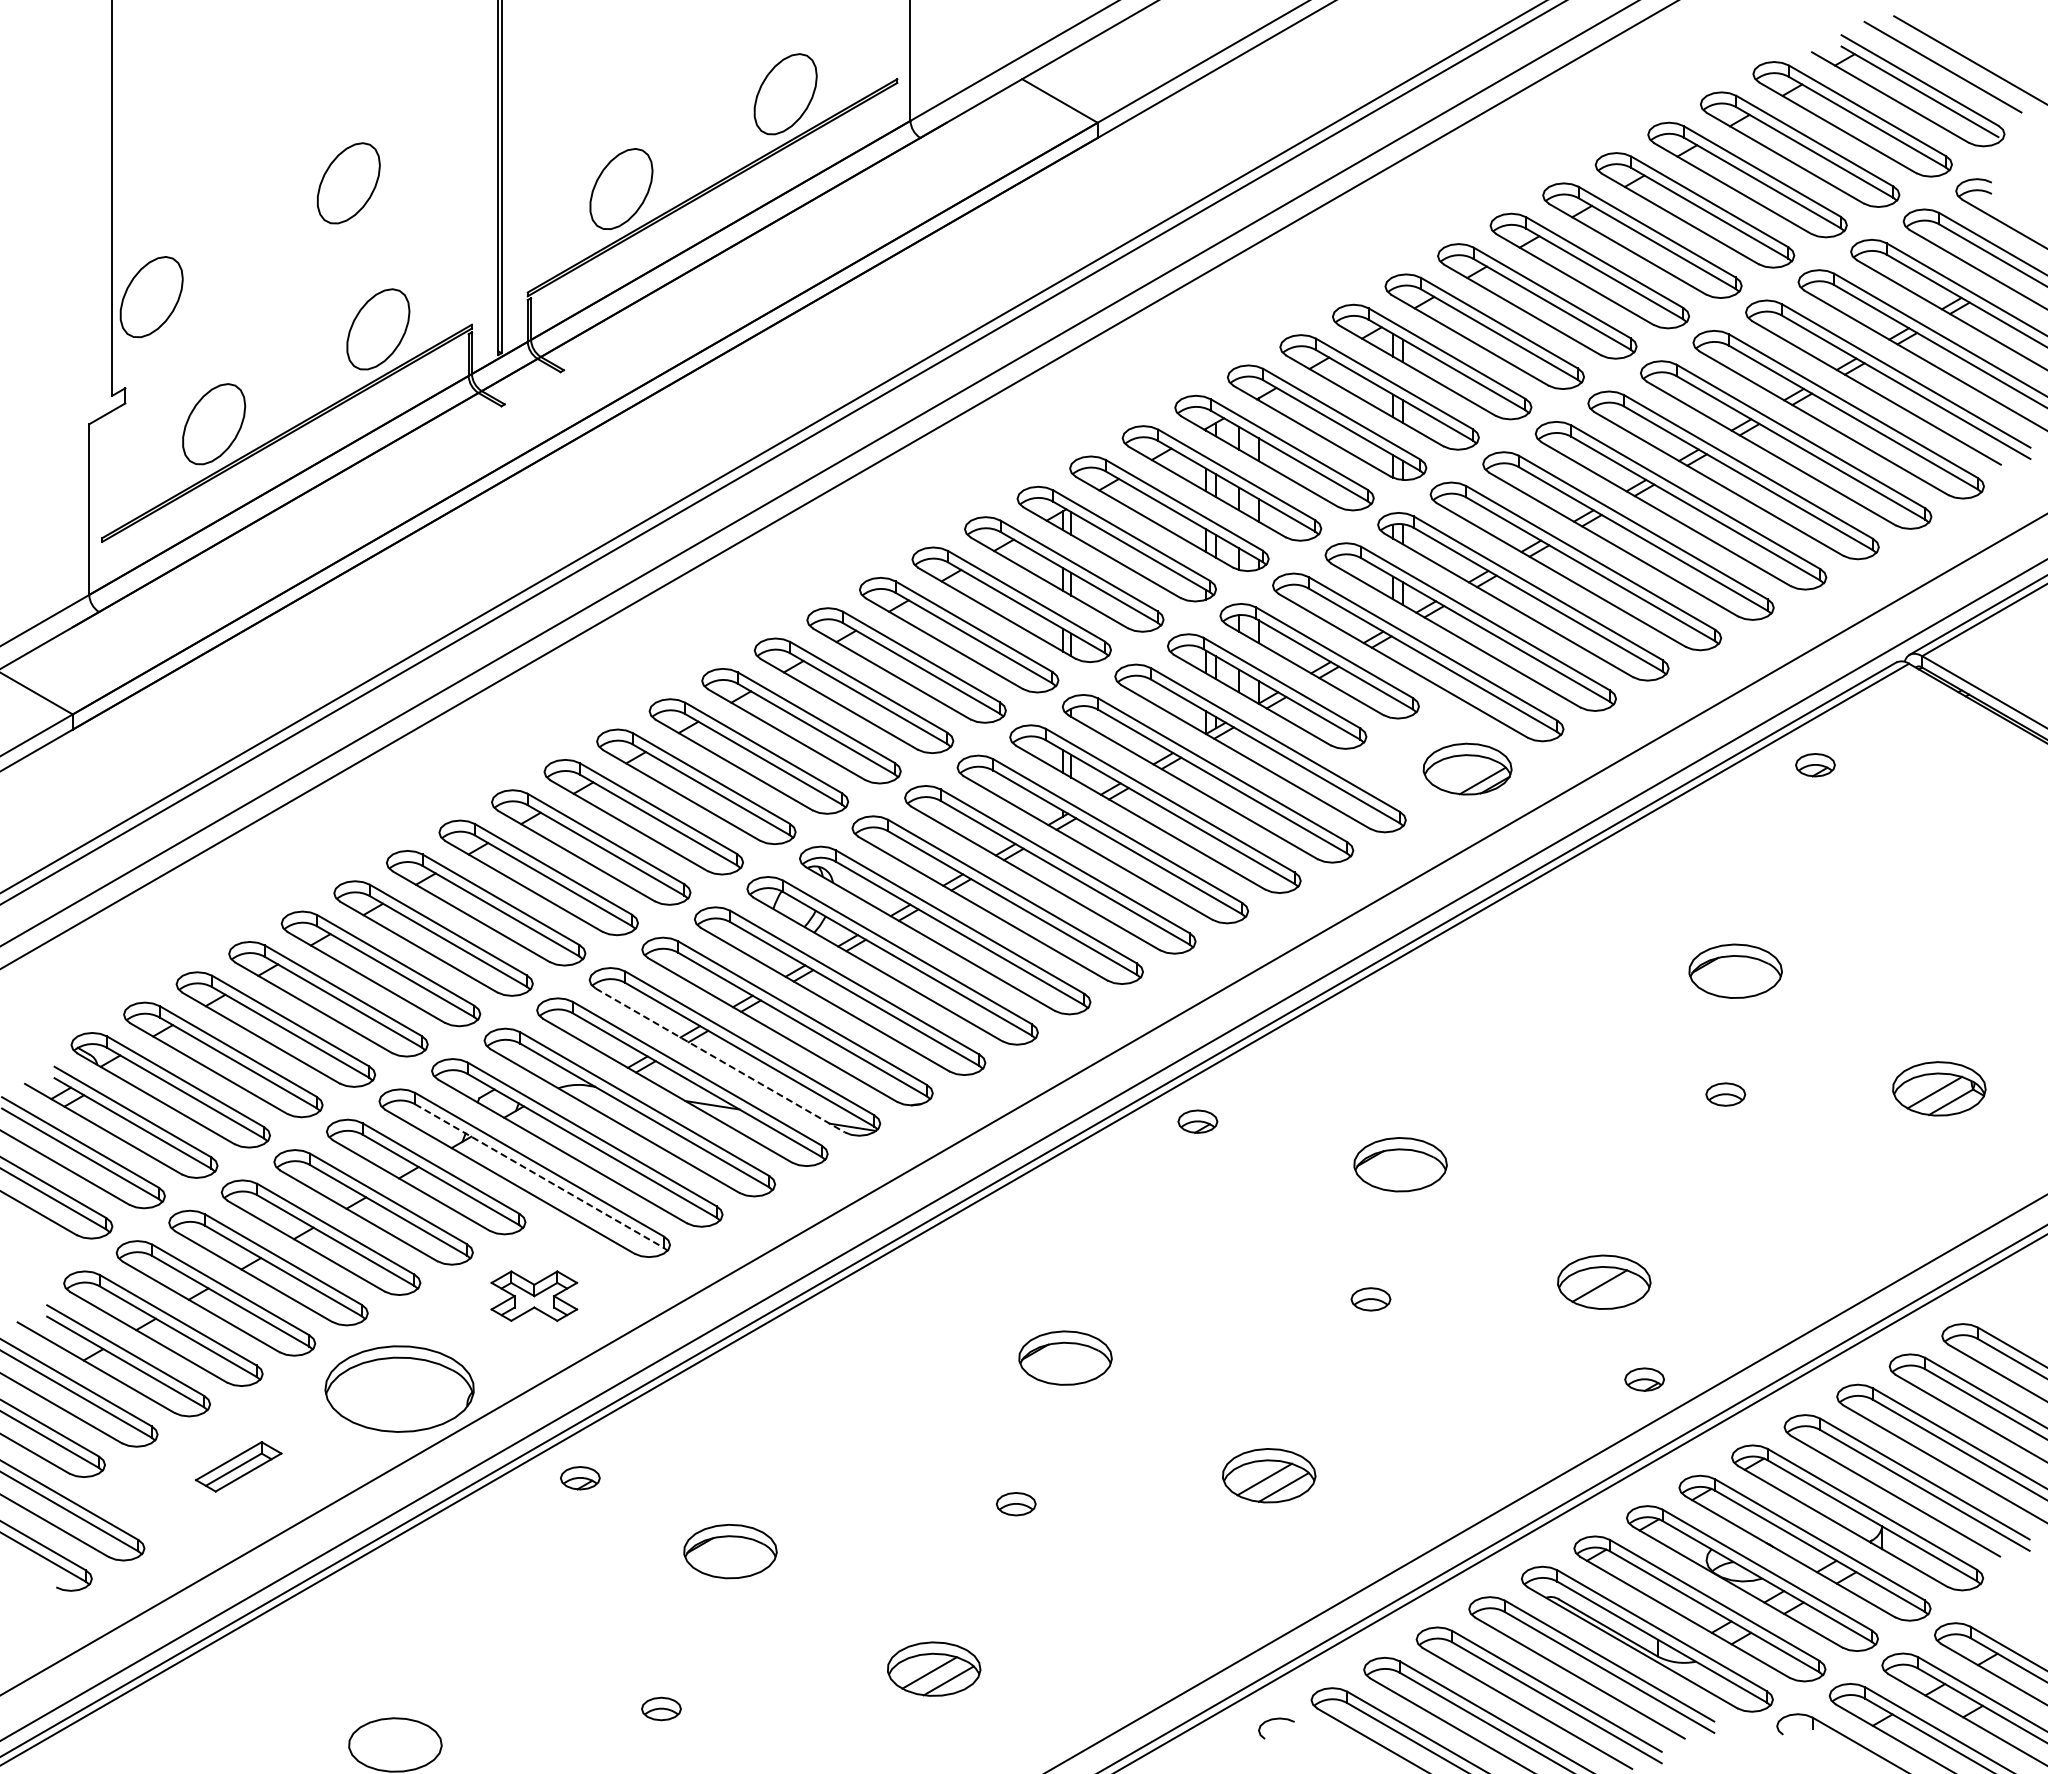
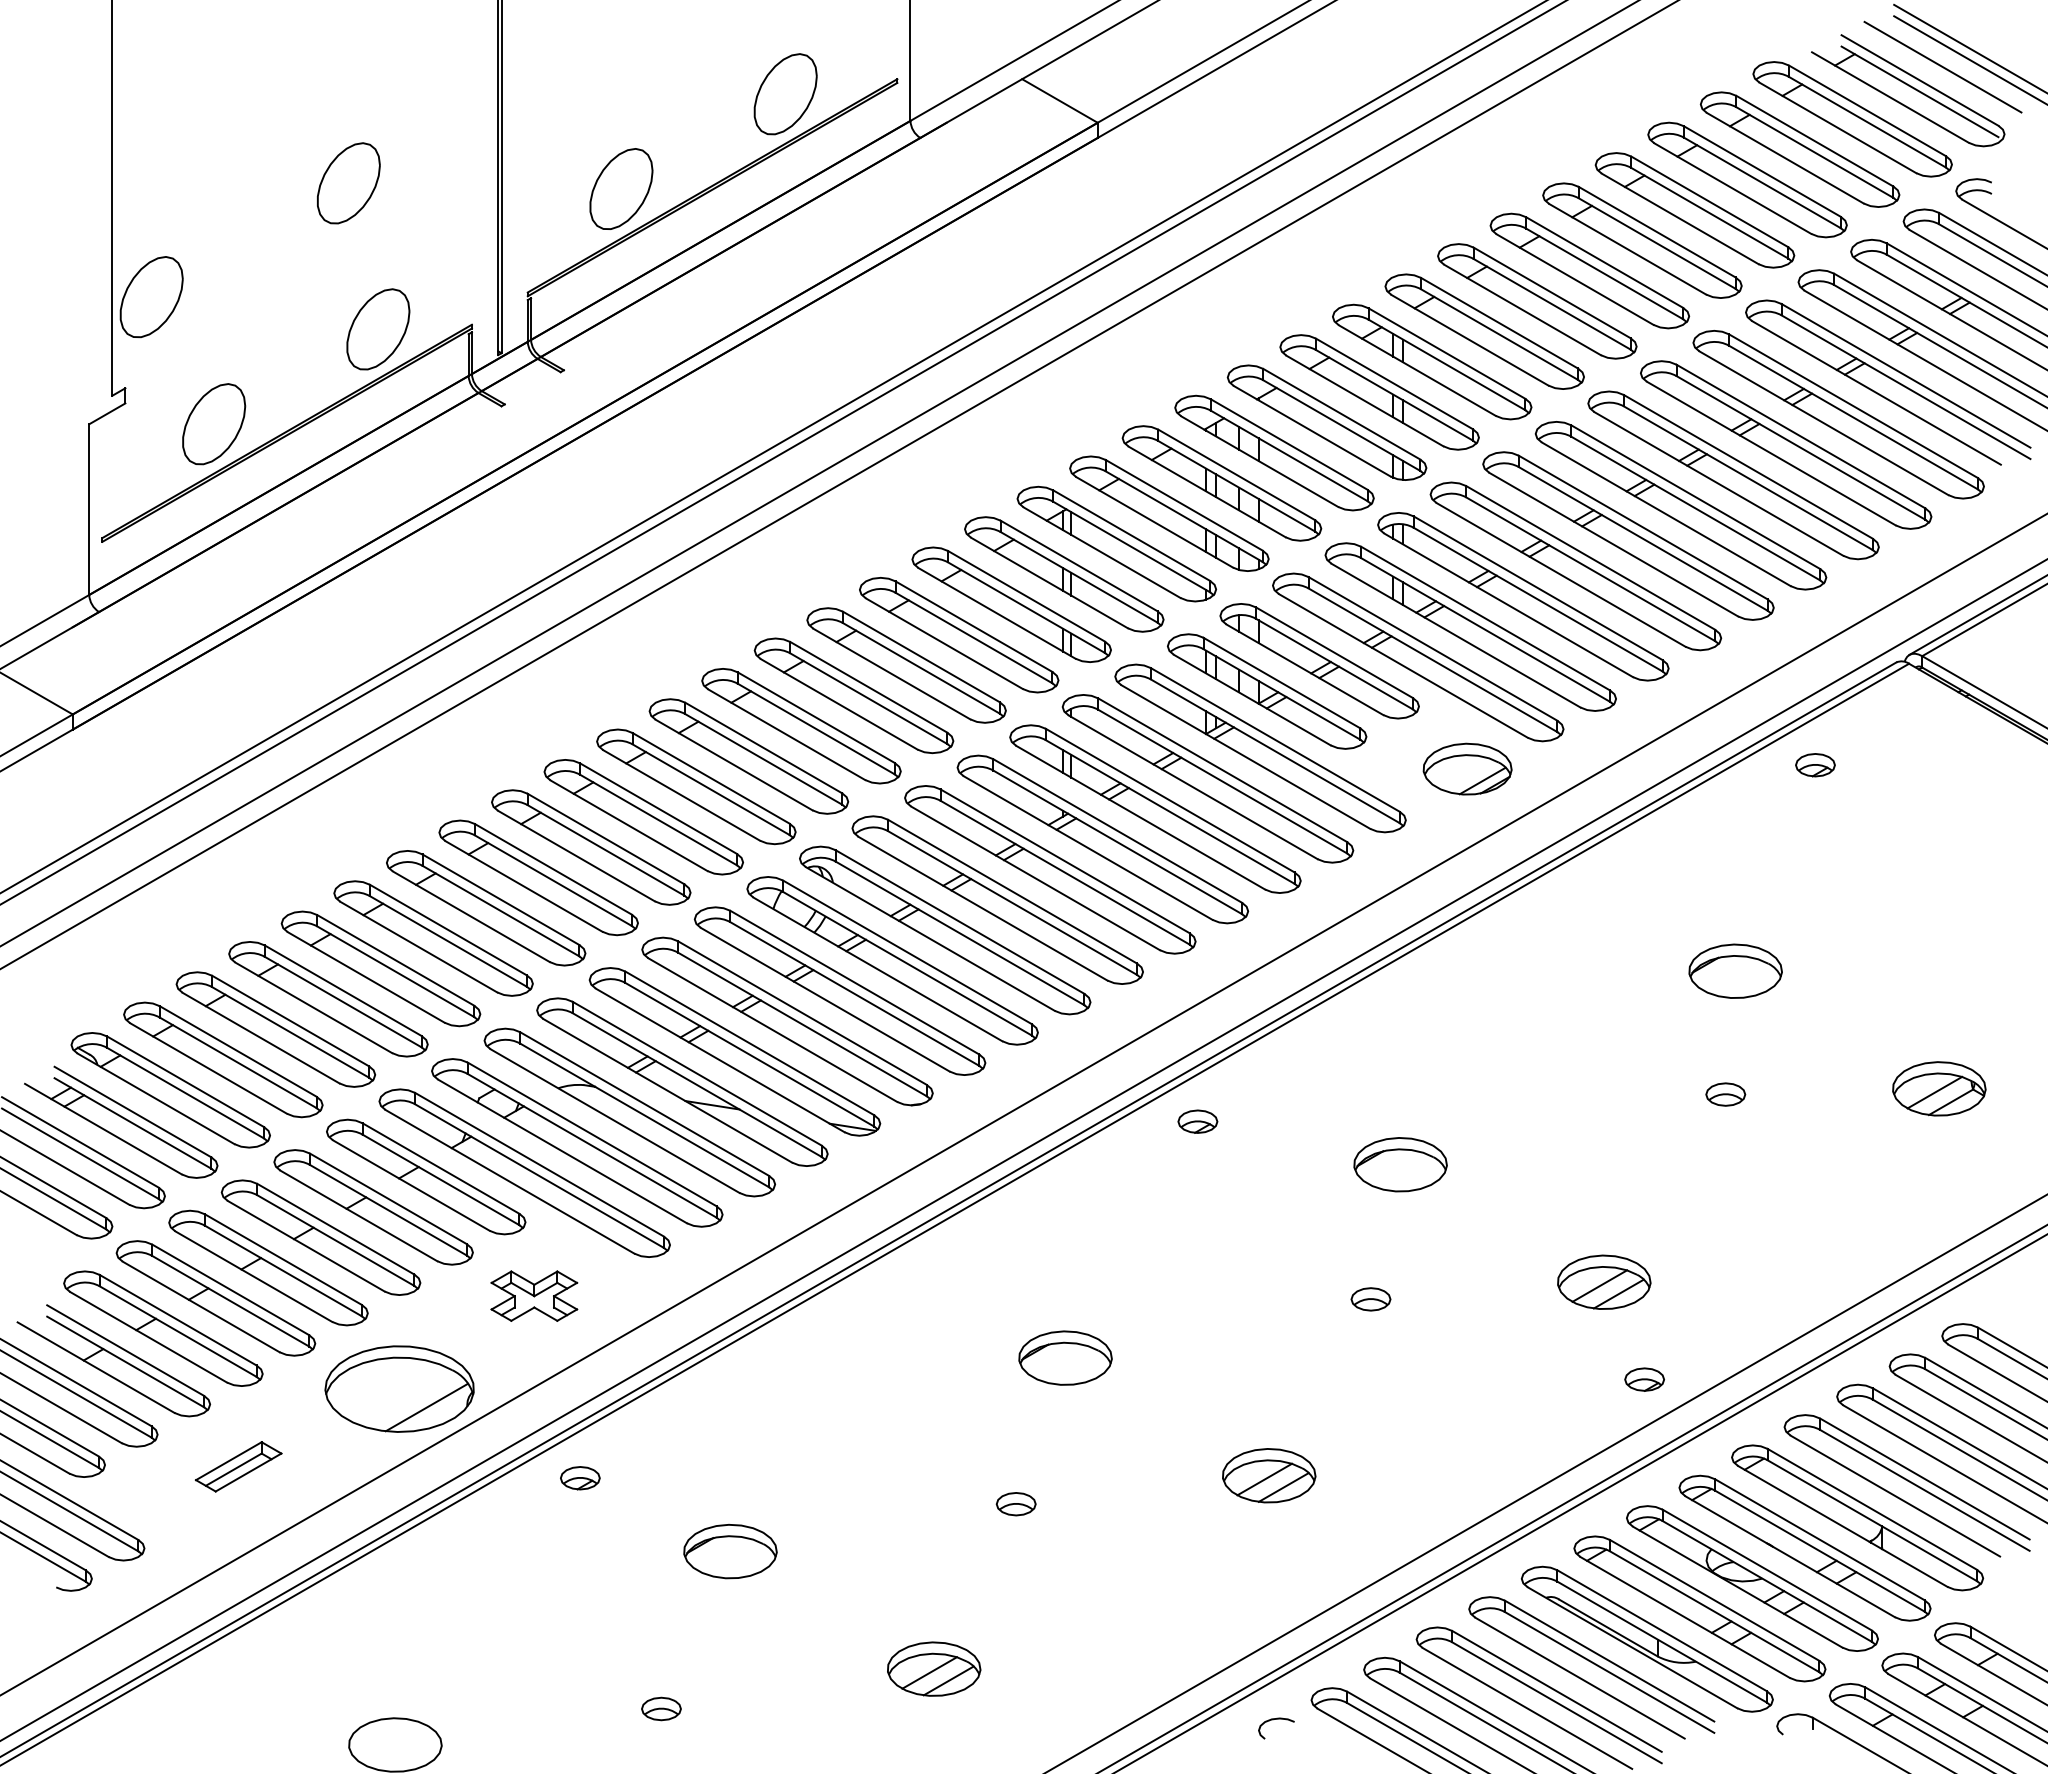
line at (1969, 47): none -> present
line at (720, 1060): dashed -> solid
line at (539, 1176): dashed -> solid
line at (1618, 1293): none -> present
line at (426, 1407): none -> present
